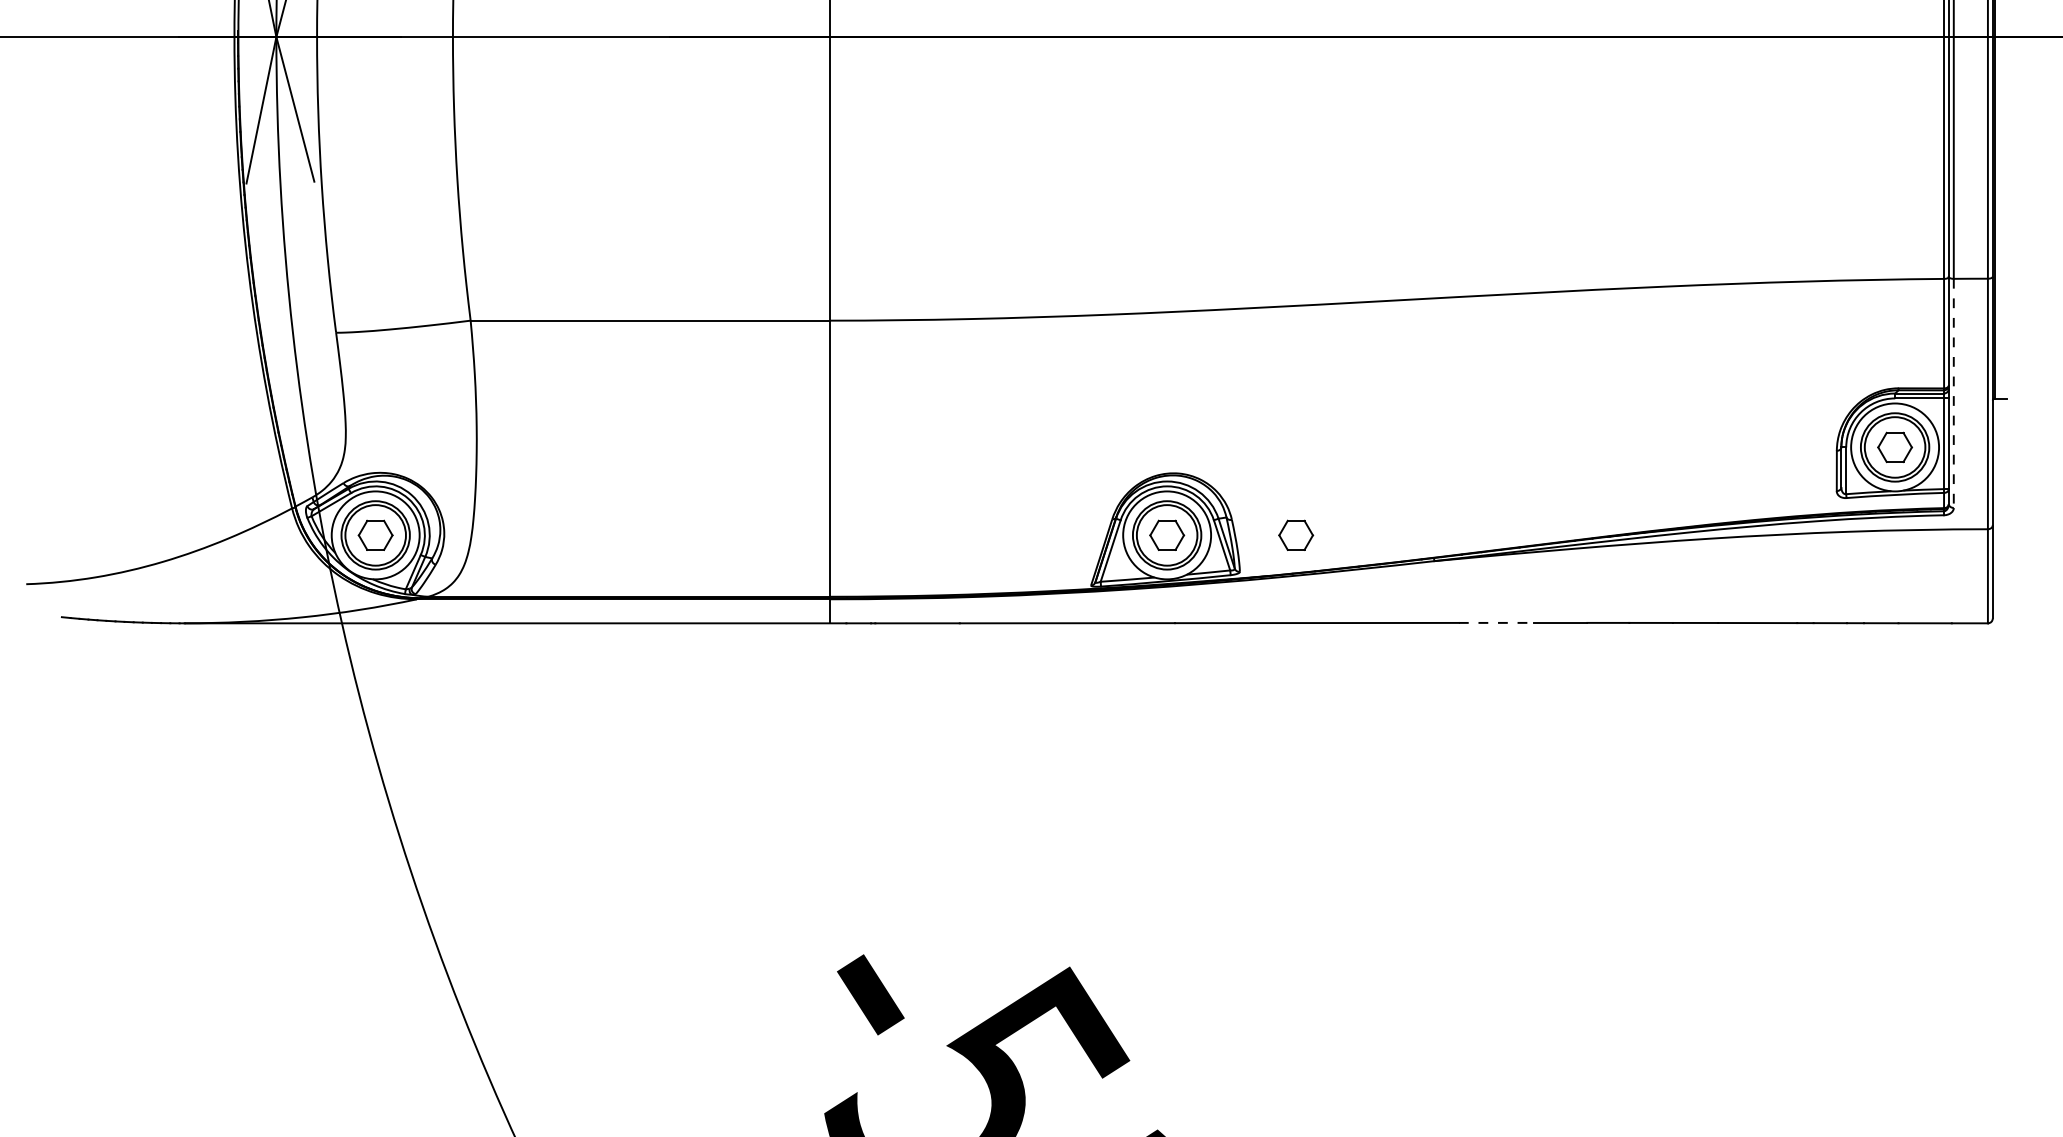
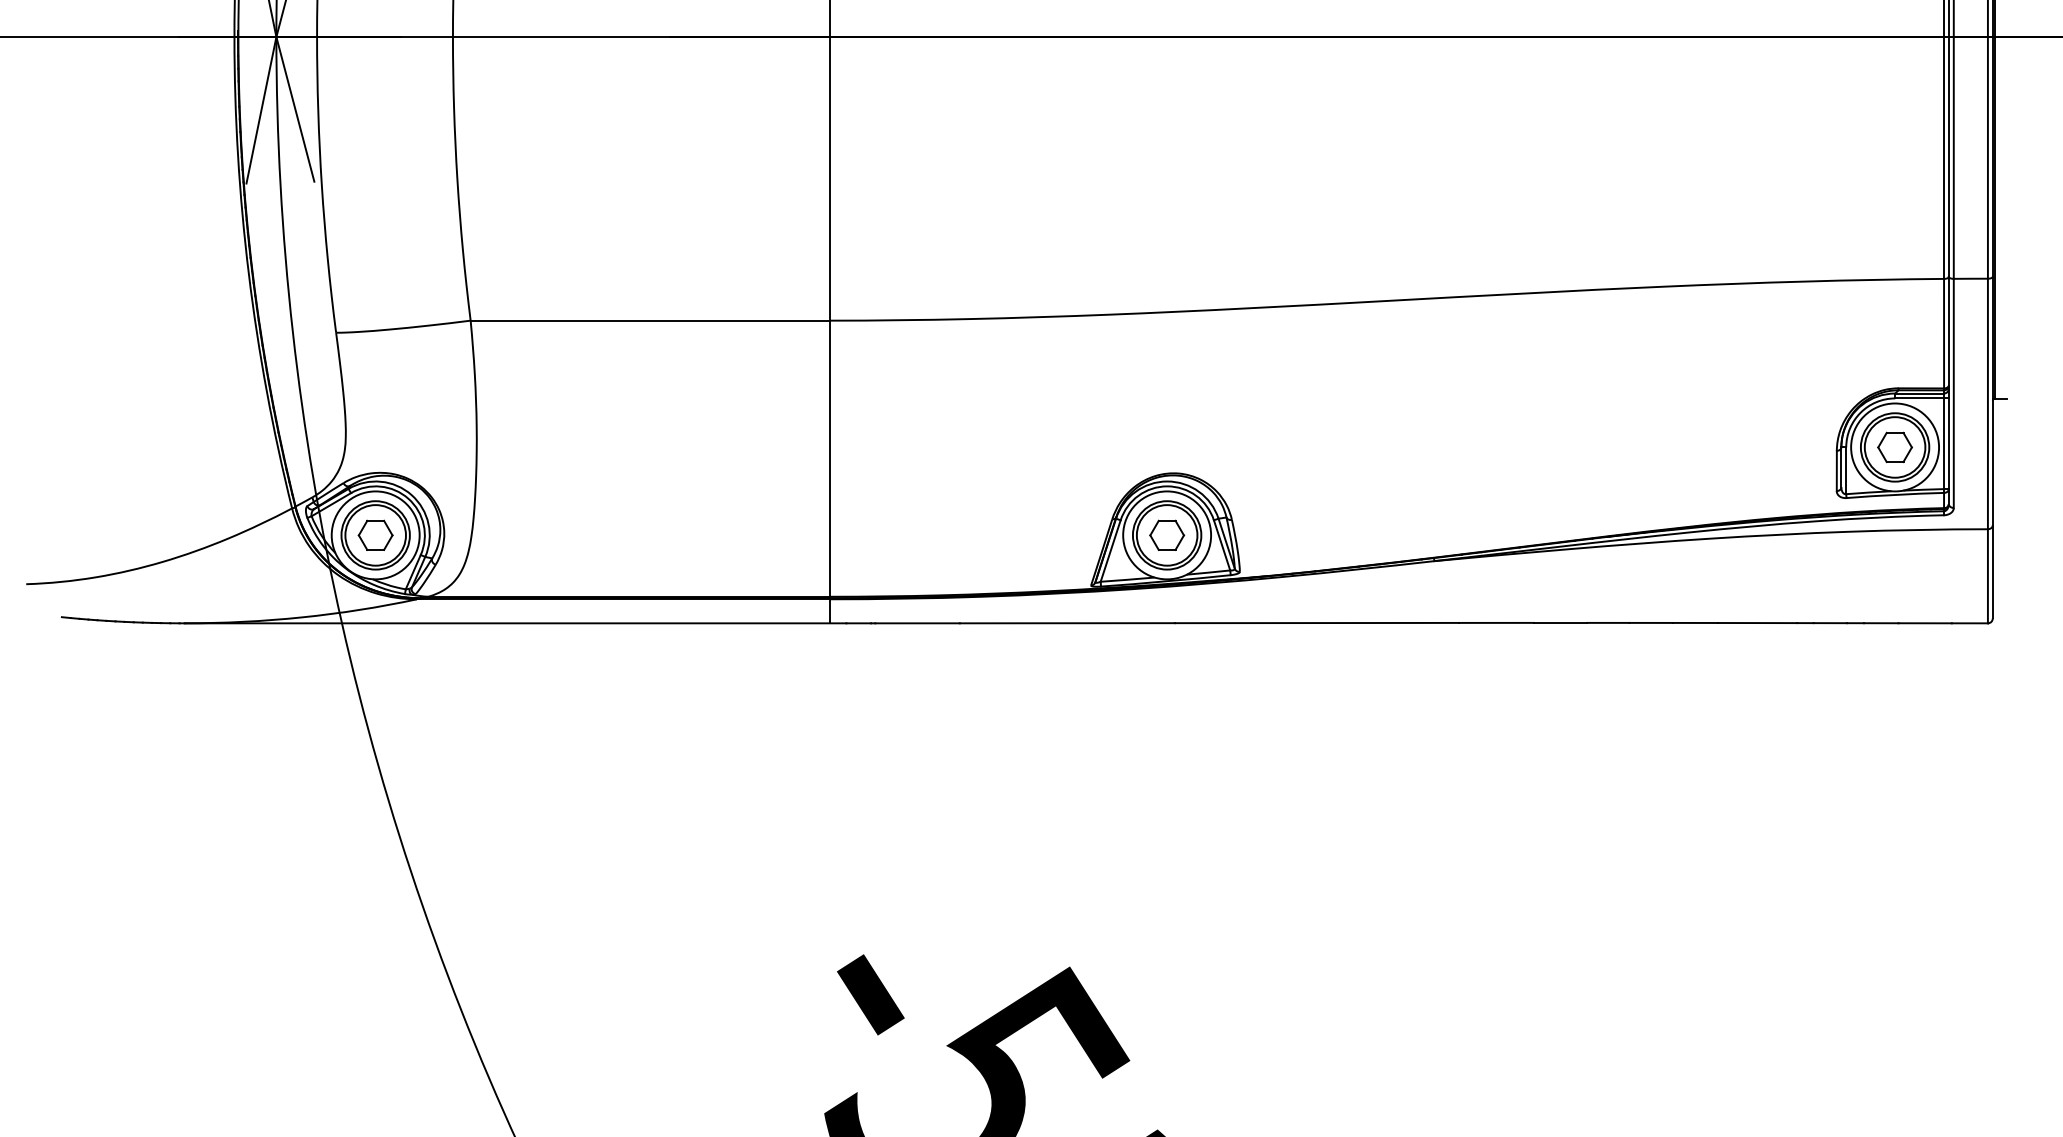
line at (1953, 393): dashed -> solid
part at (1296, 534): present -> none
line at (1496, 622): dashed -> solid
